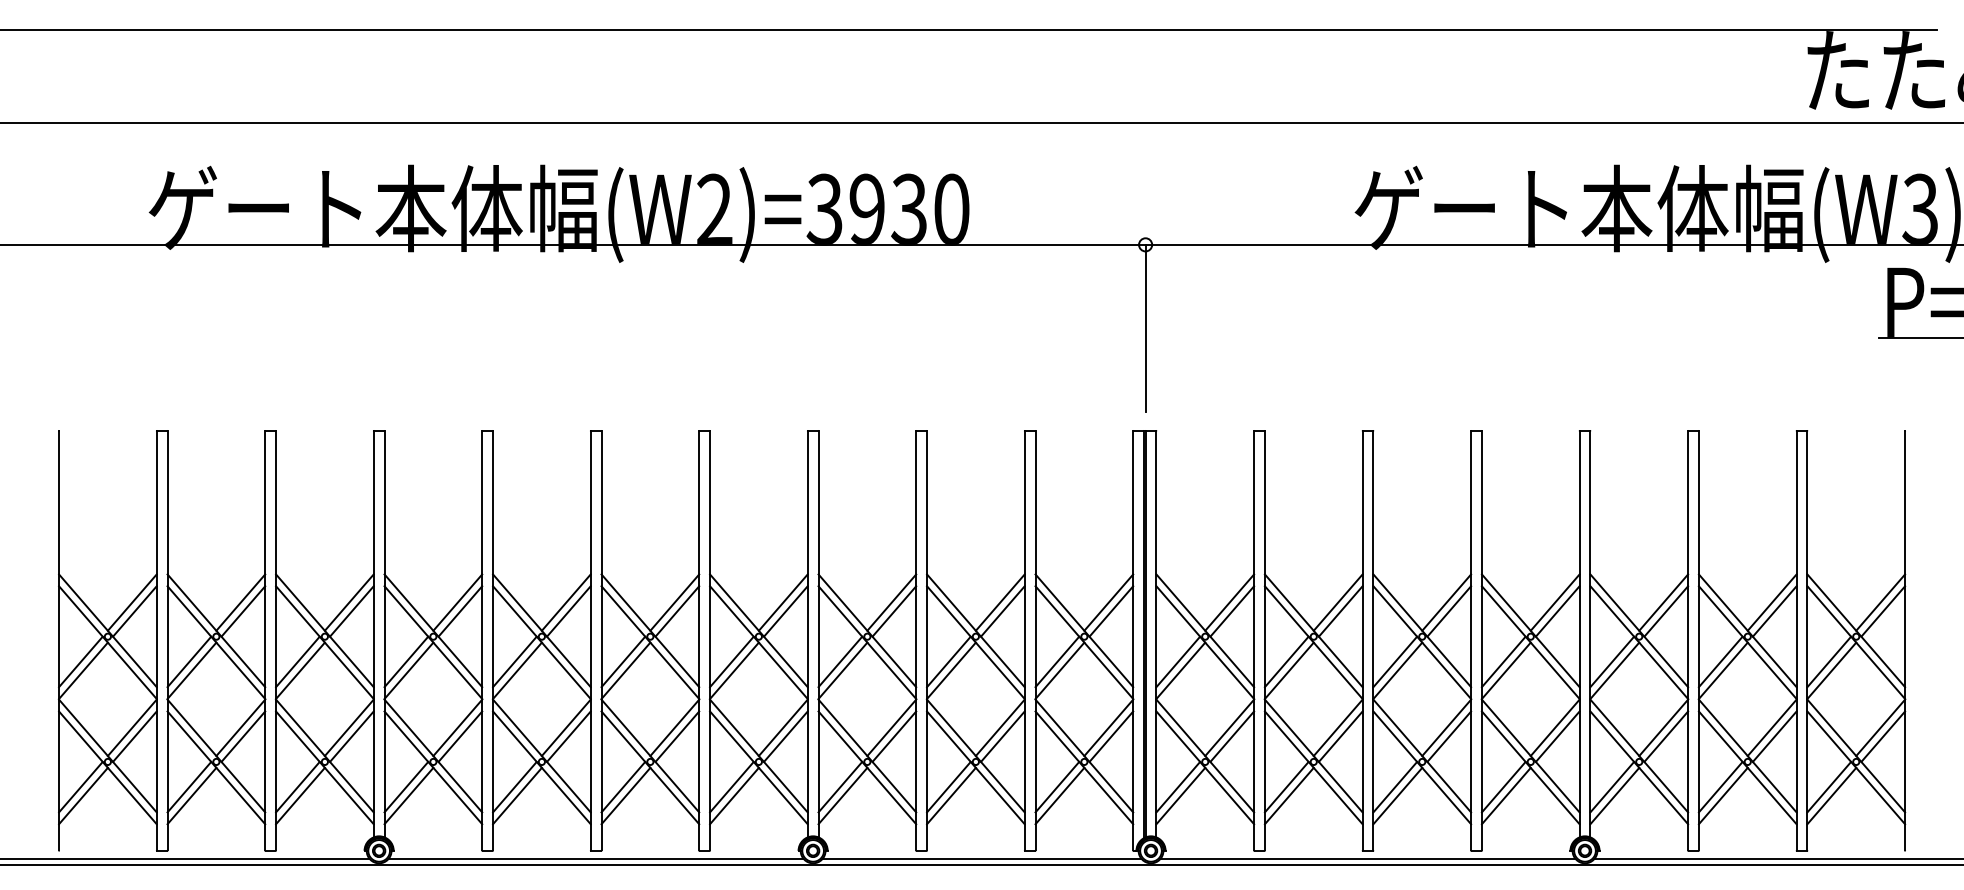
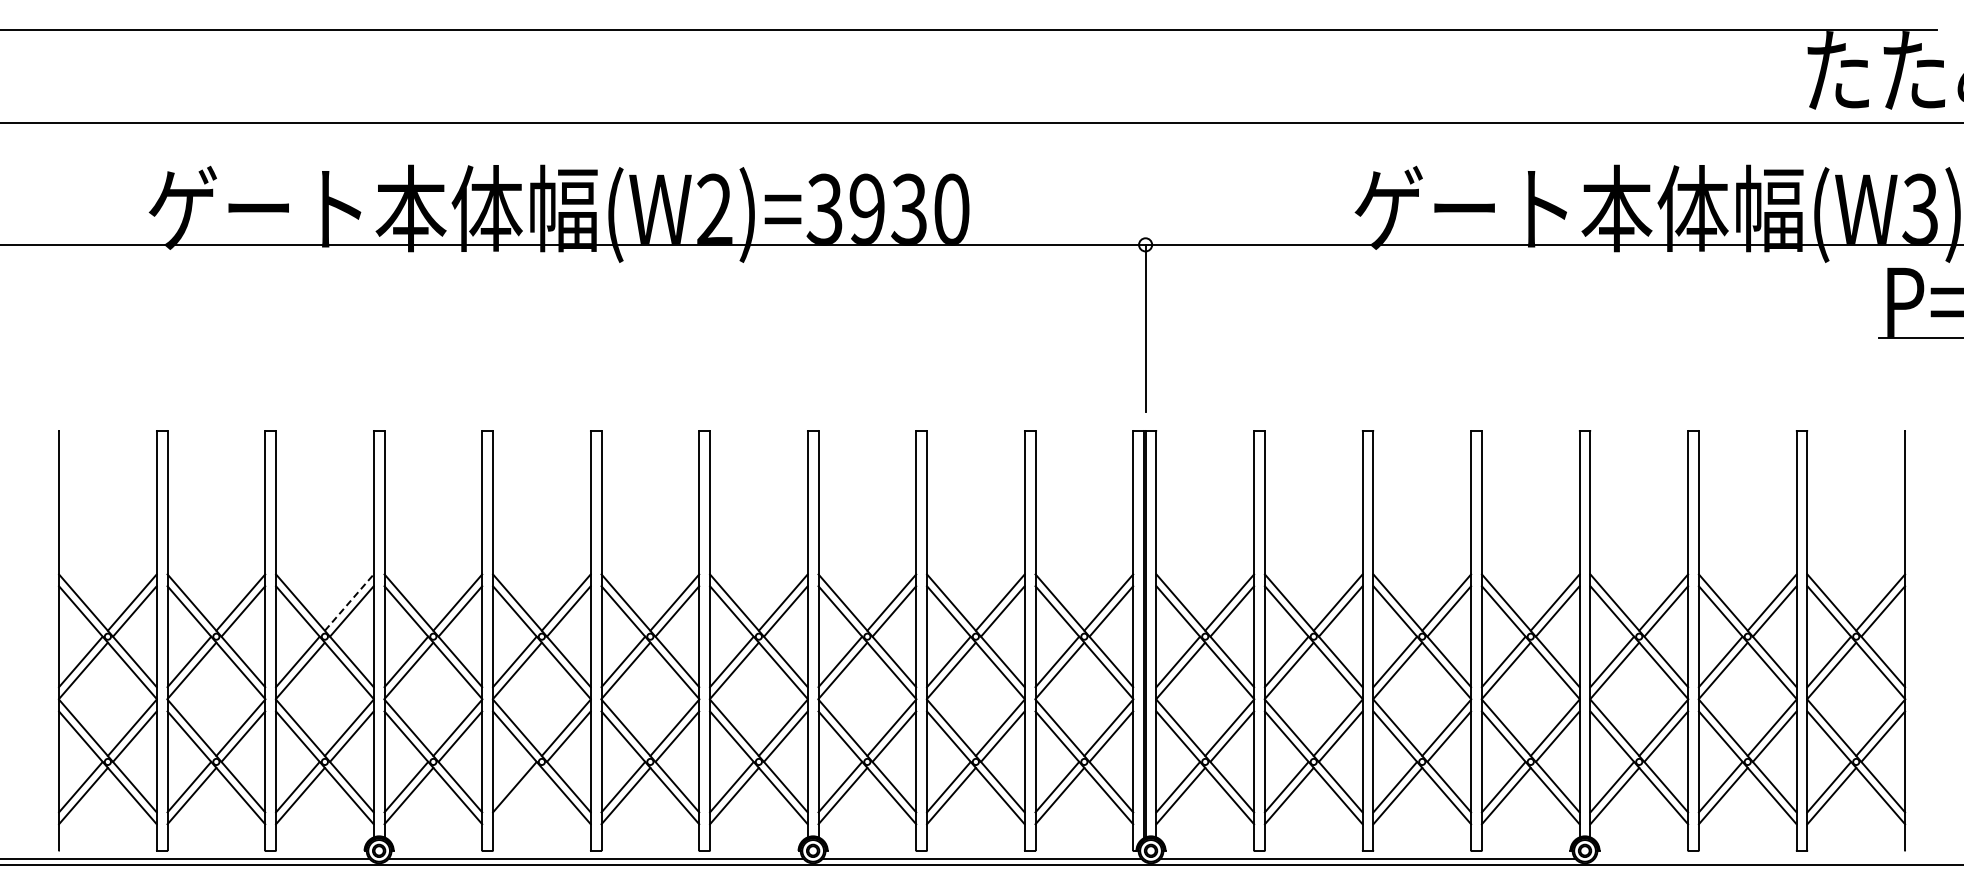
line at (349, 602): solid -> dashed
line at (517, 795): present -> none
line at (1777, 858): present -> none
